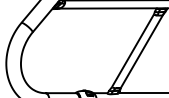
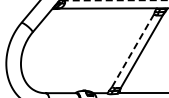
line at (115, 0): solid -> dashed
line at (133, 50): solid -> dashed
